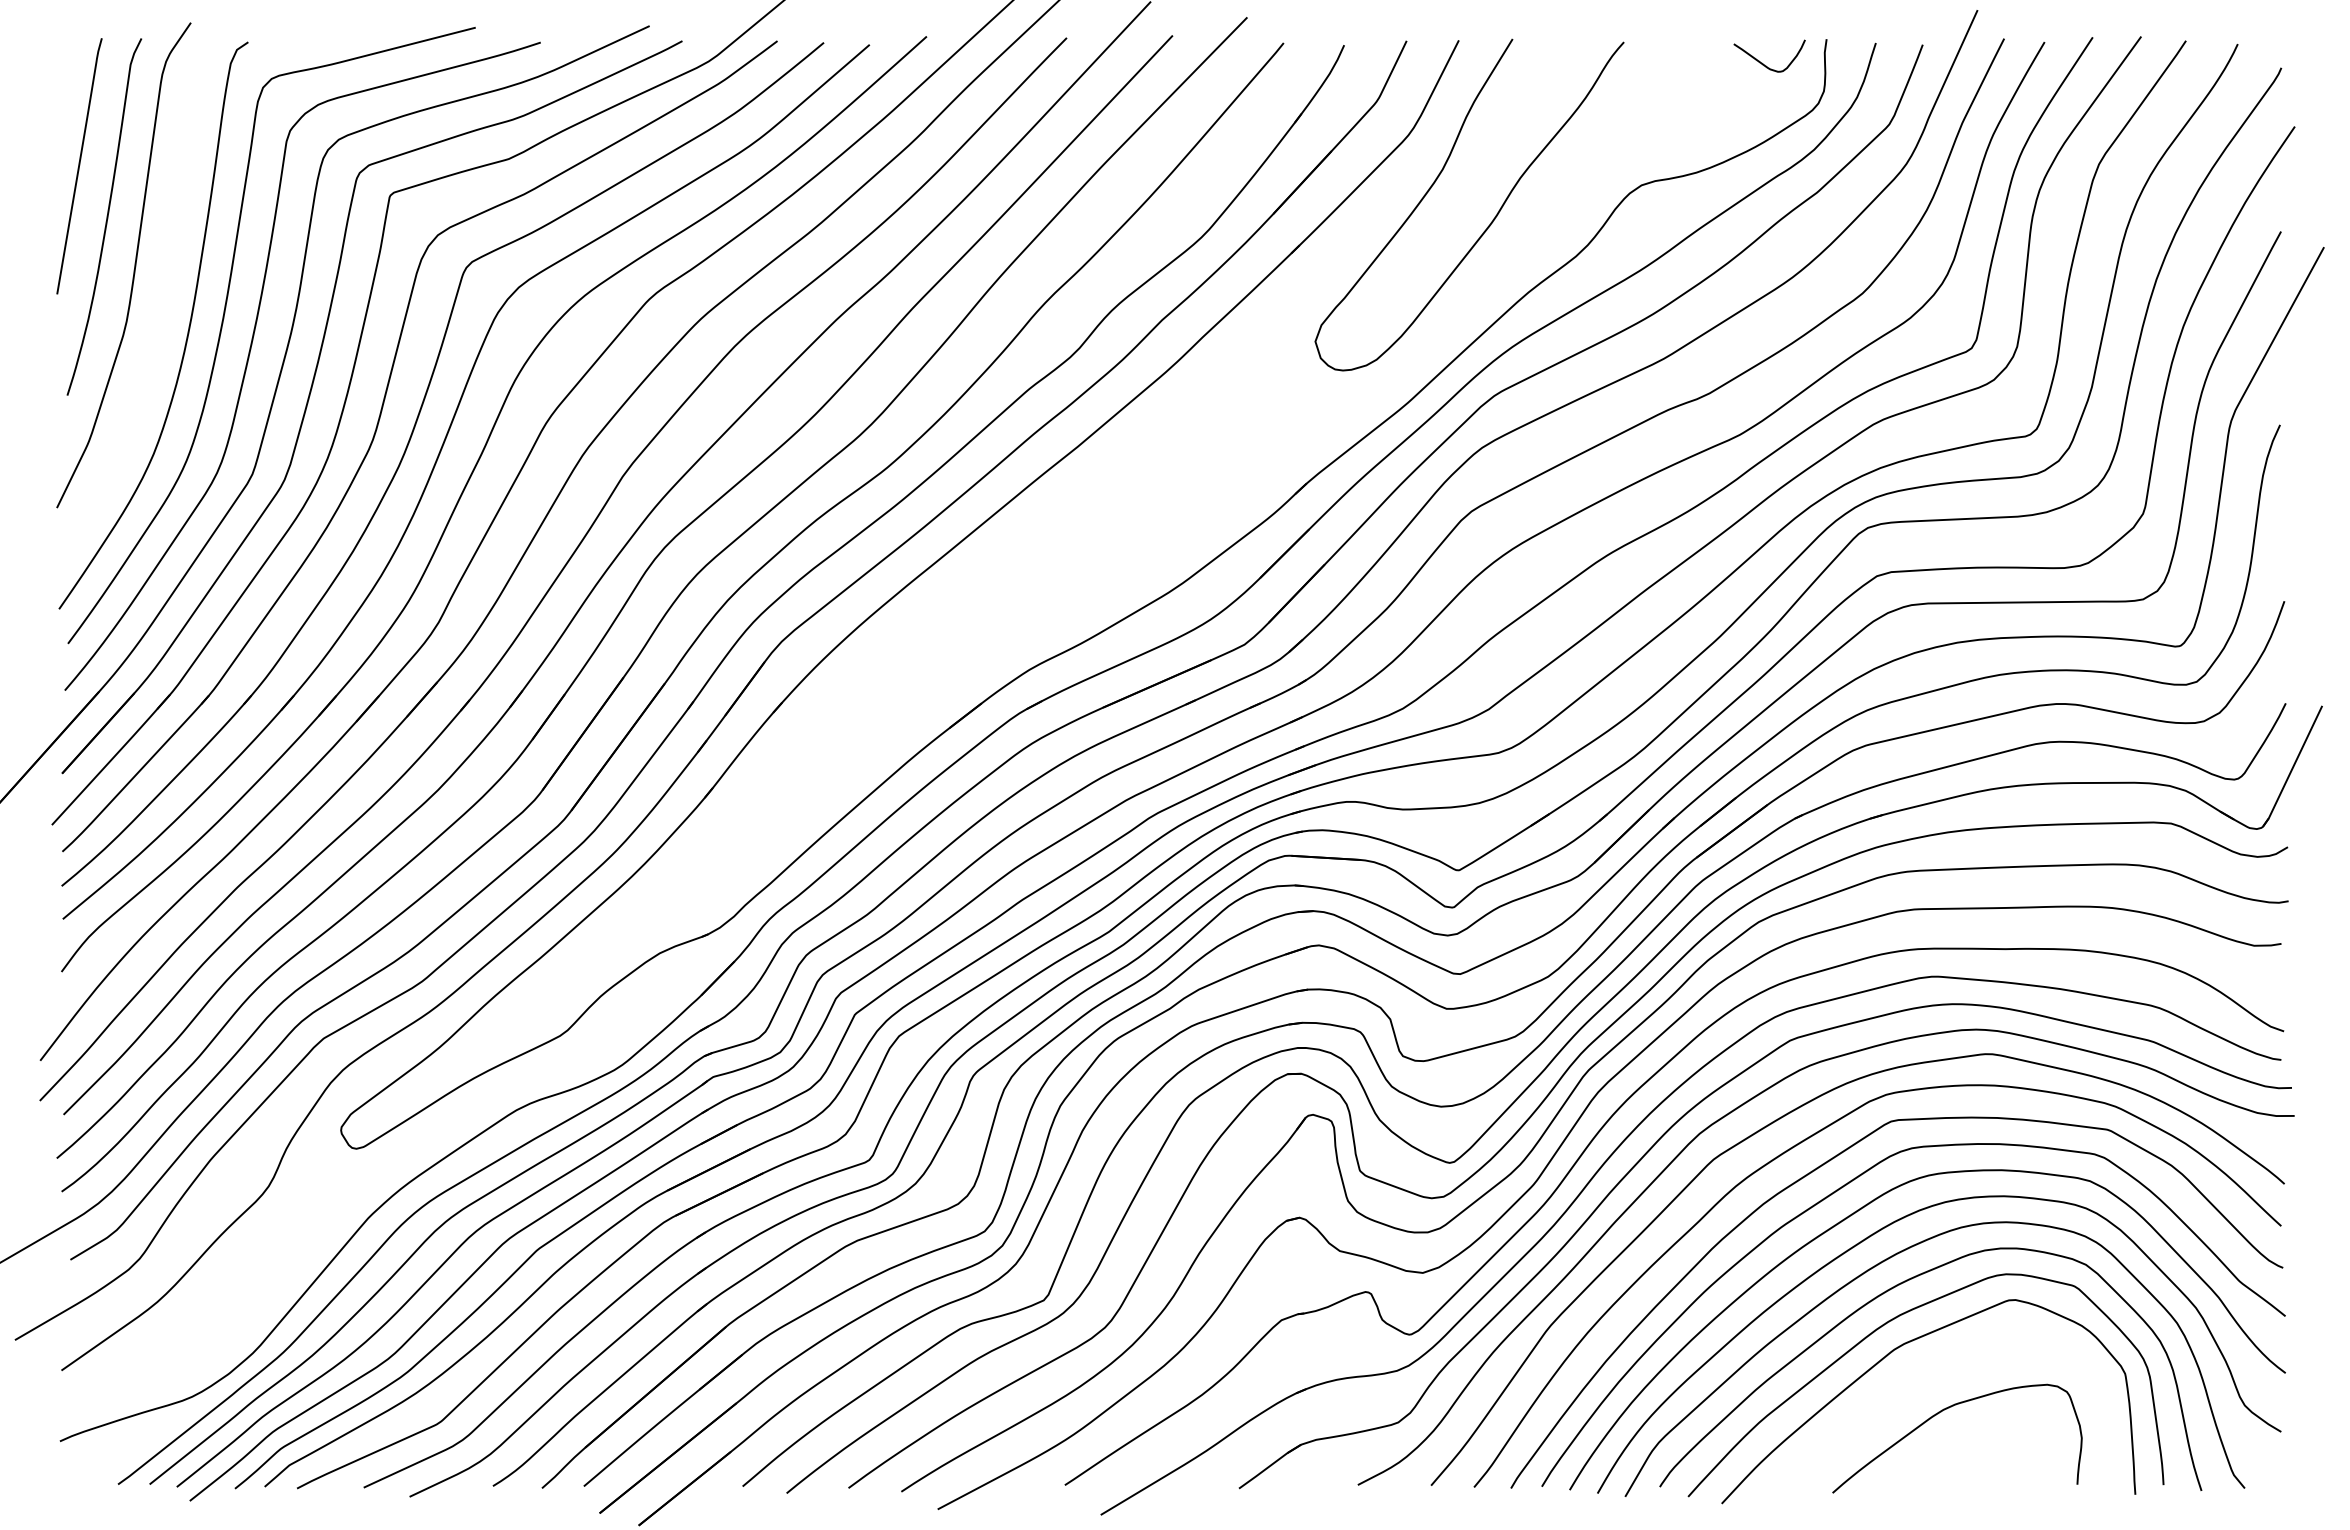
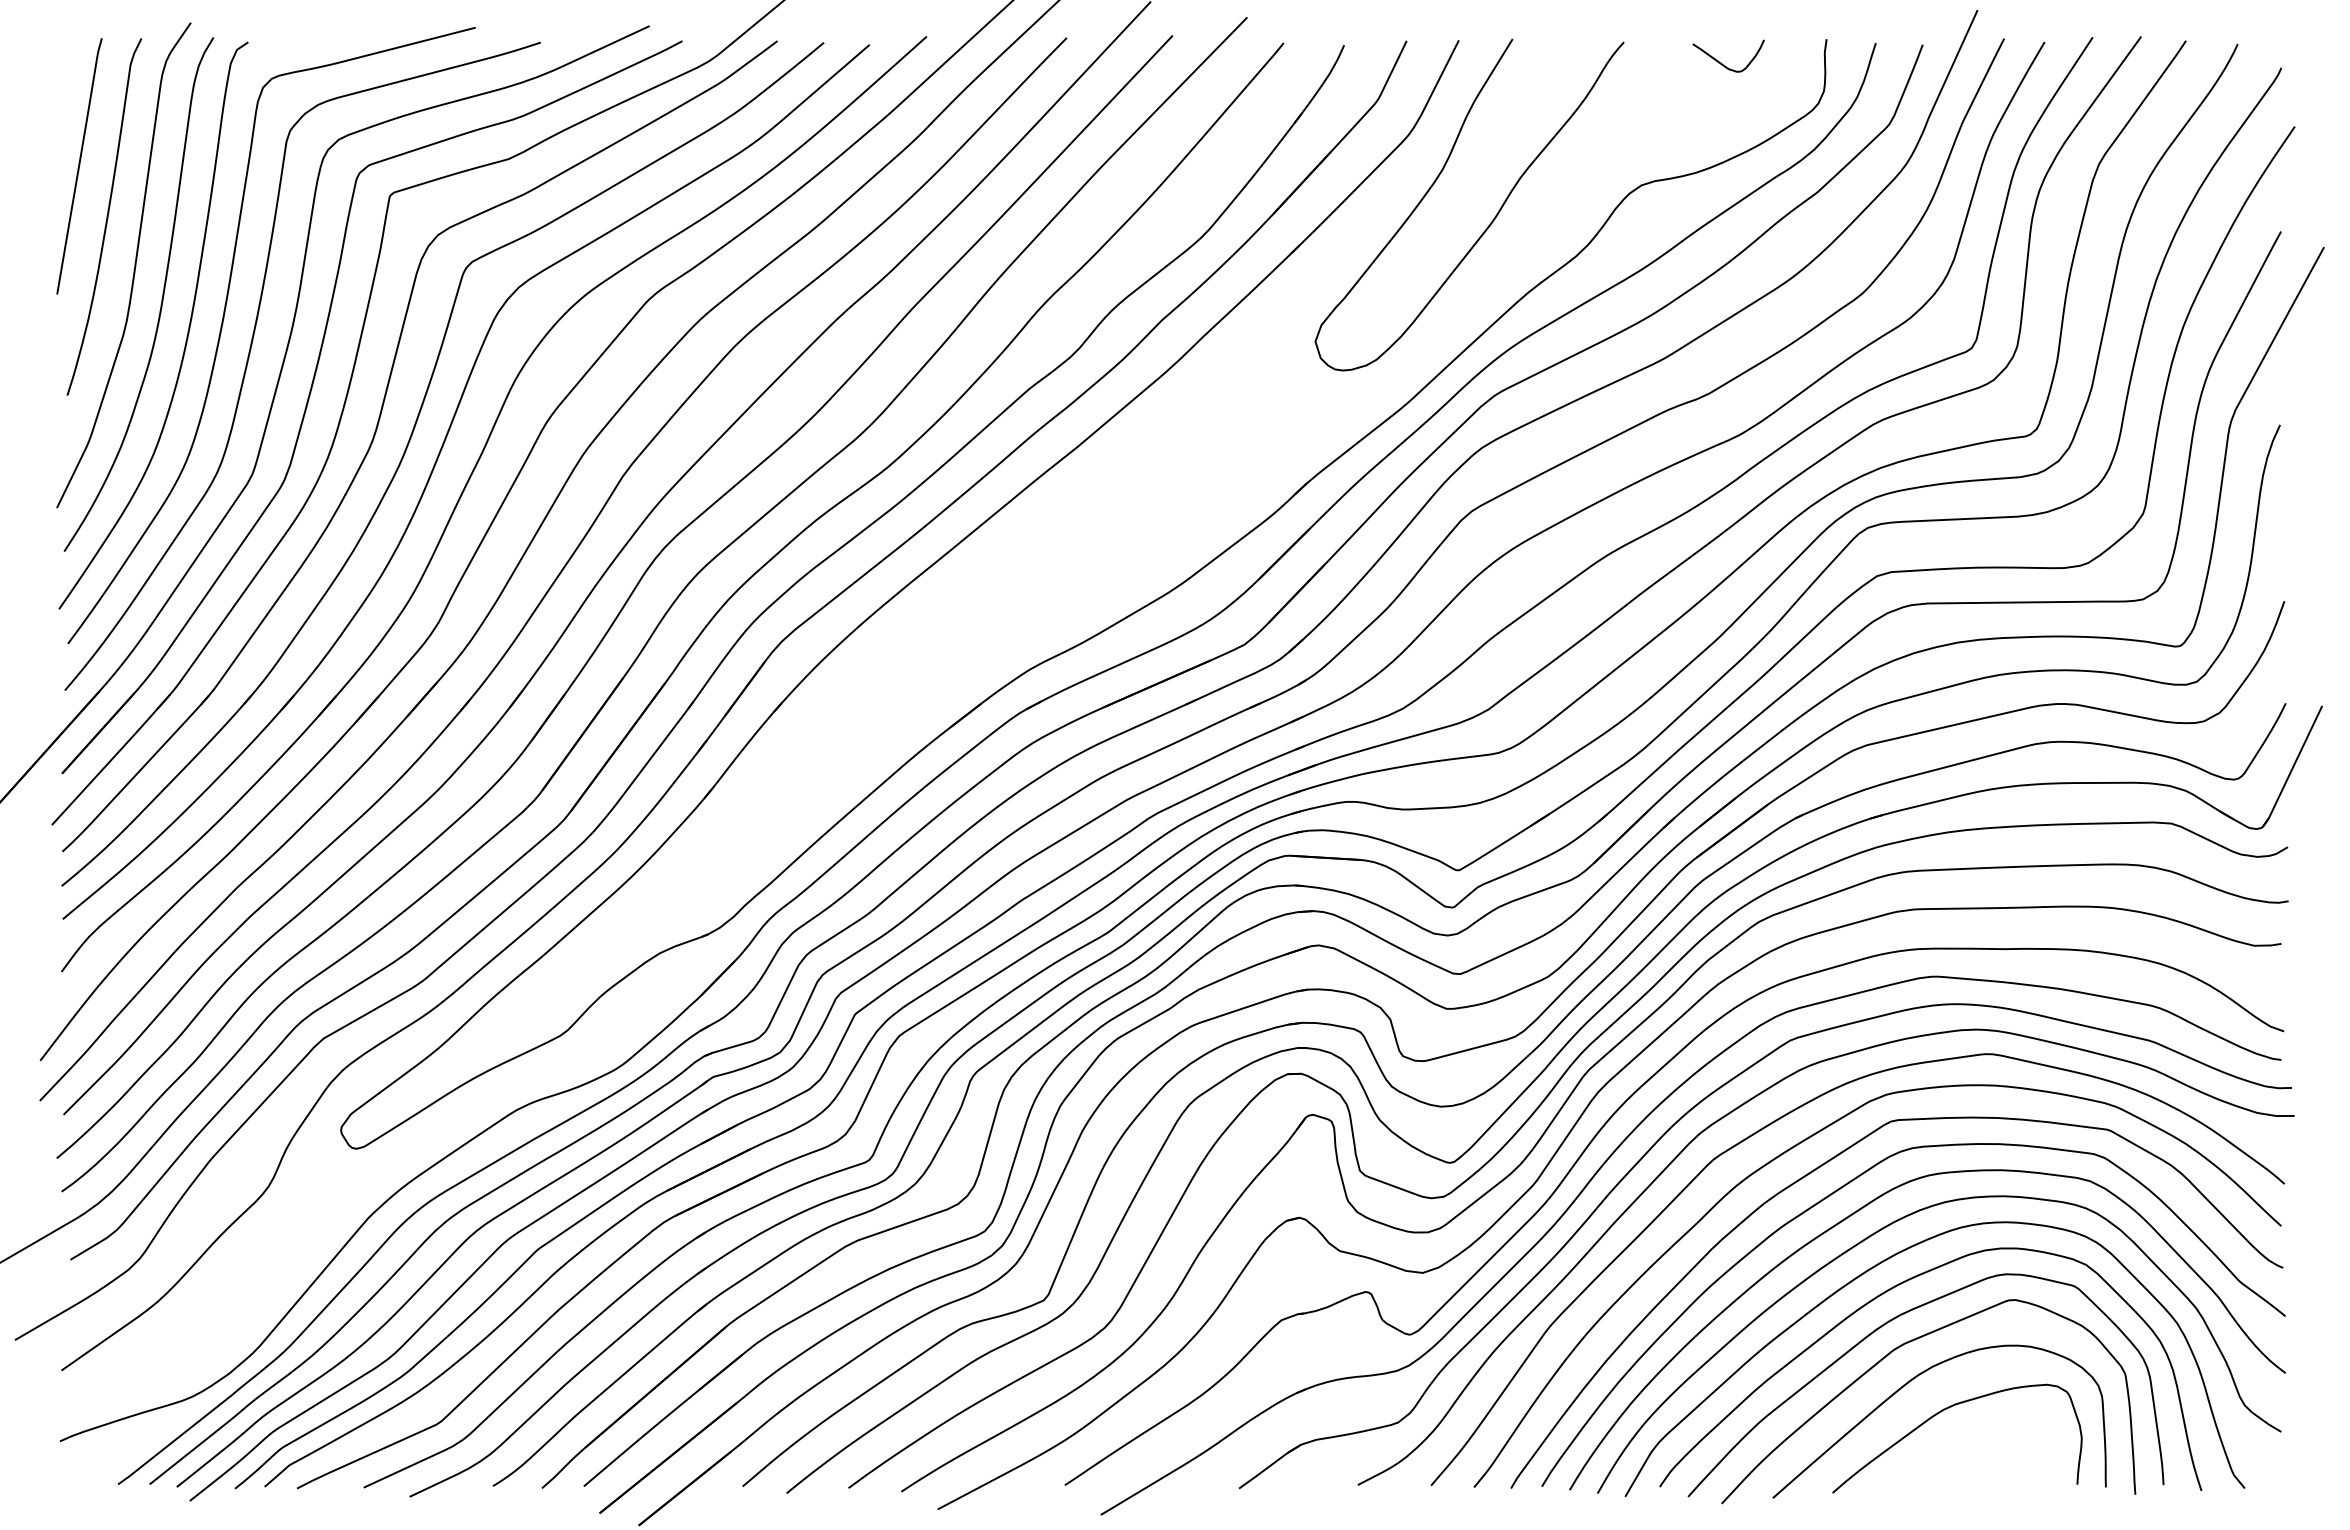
curve at (1762, 62) position: (1762, 62) -> (1721, 62)
curve at (161, 298): none -> present
curve at (1911, 1381): none -> present
